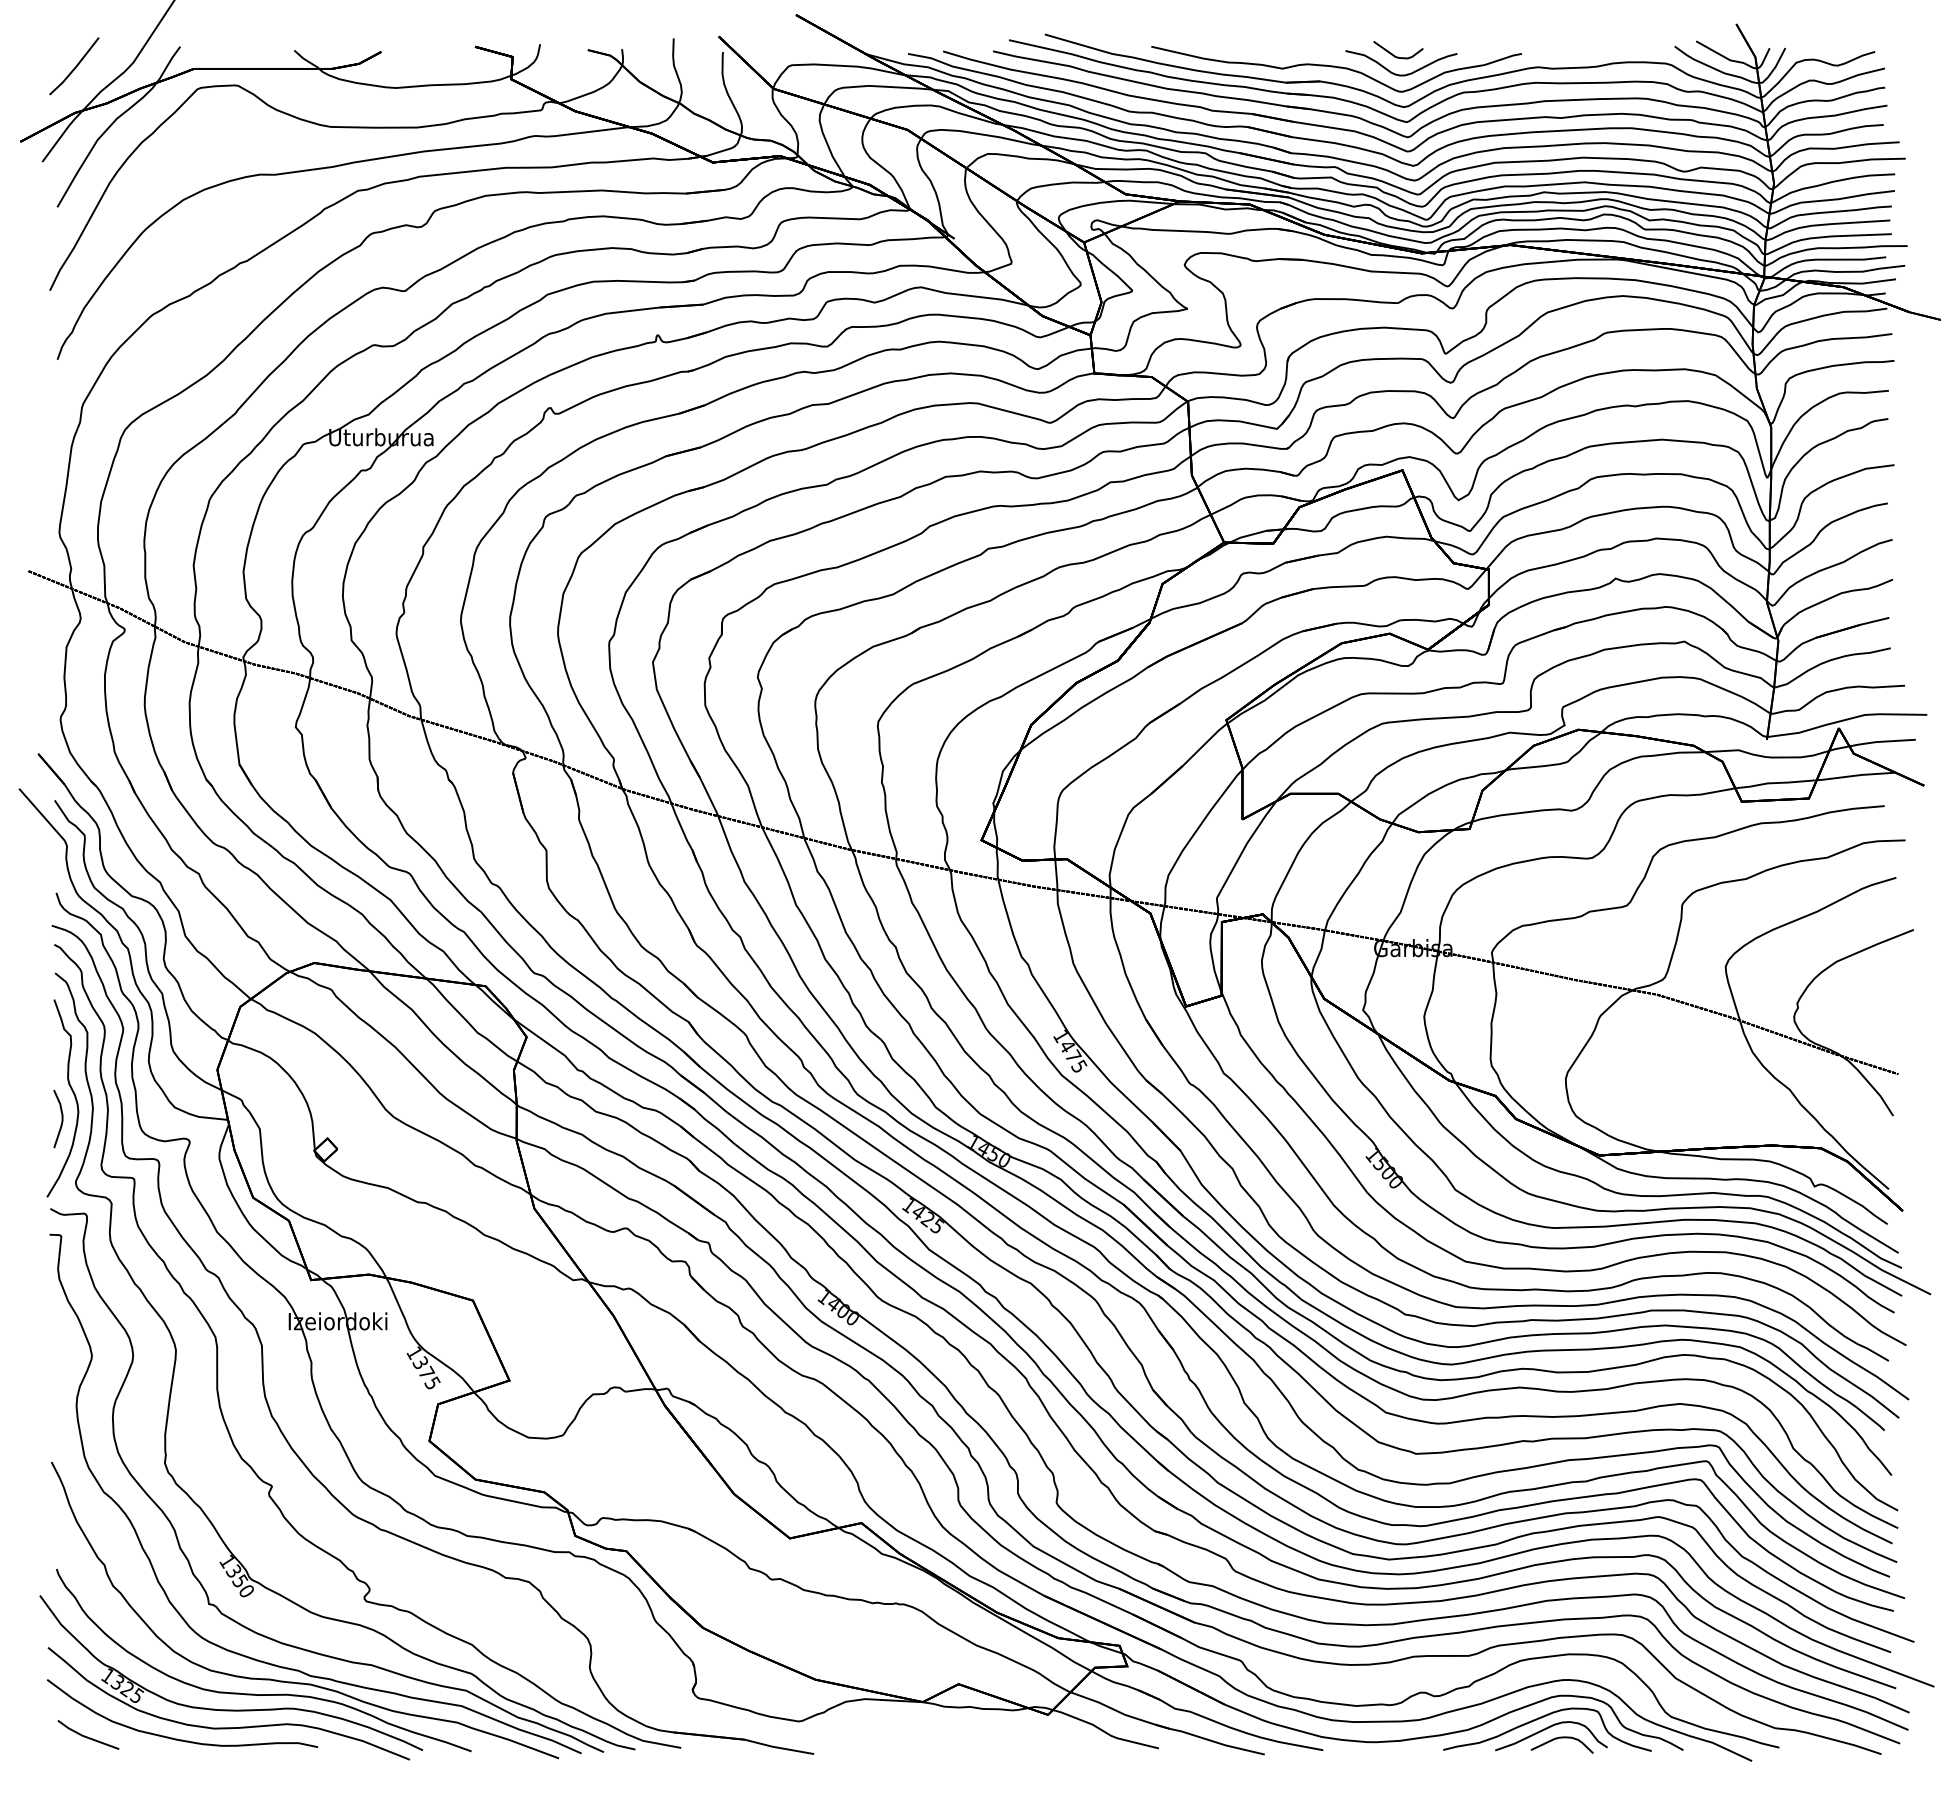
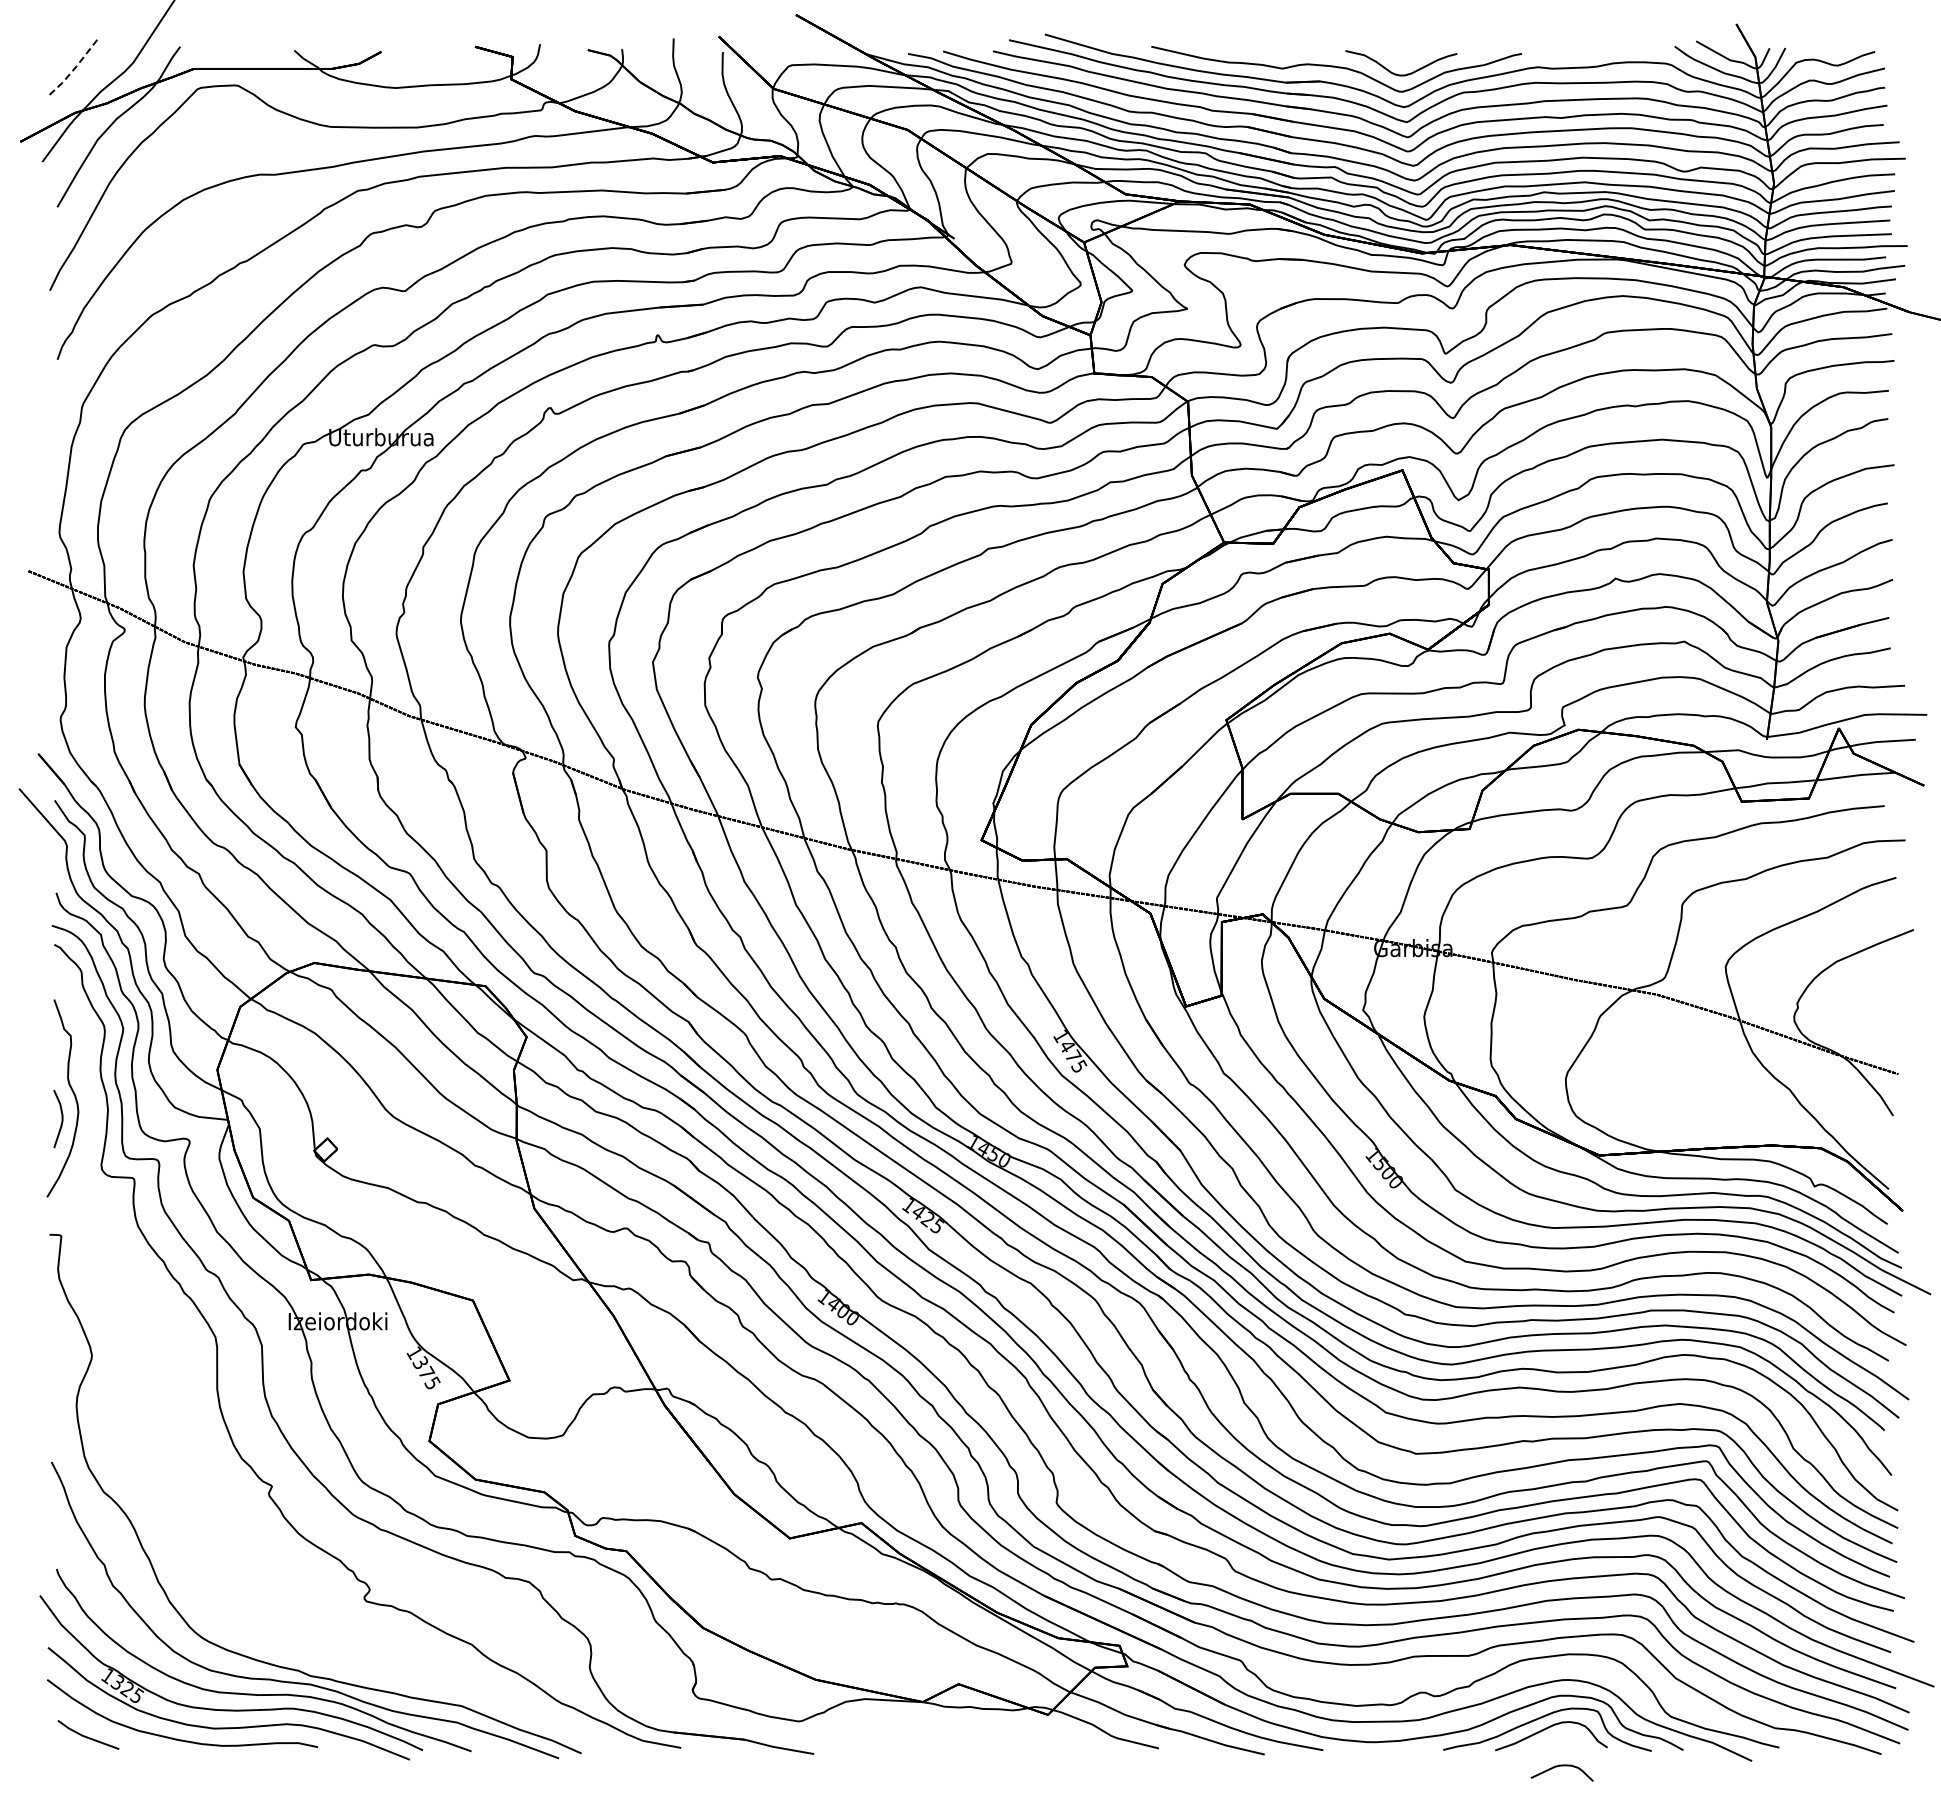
curve at (1395, 55): present -> none
line at (75, 67): solid -> dashed
part at (176, 1361): present -> none
curve at (1561, 1738) position: (1561, 1738) -> (1561, 1766)
